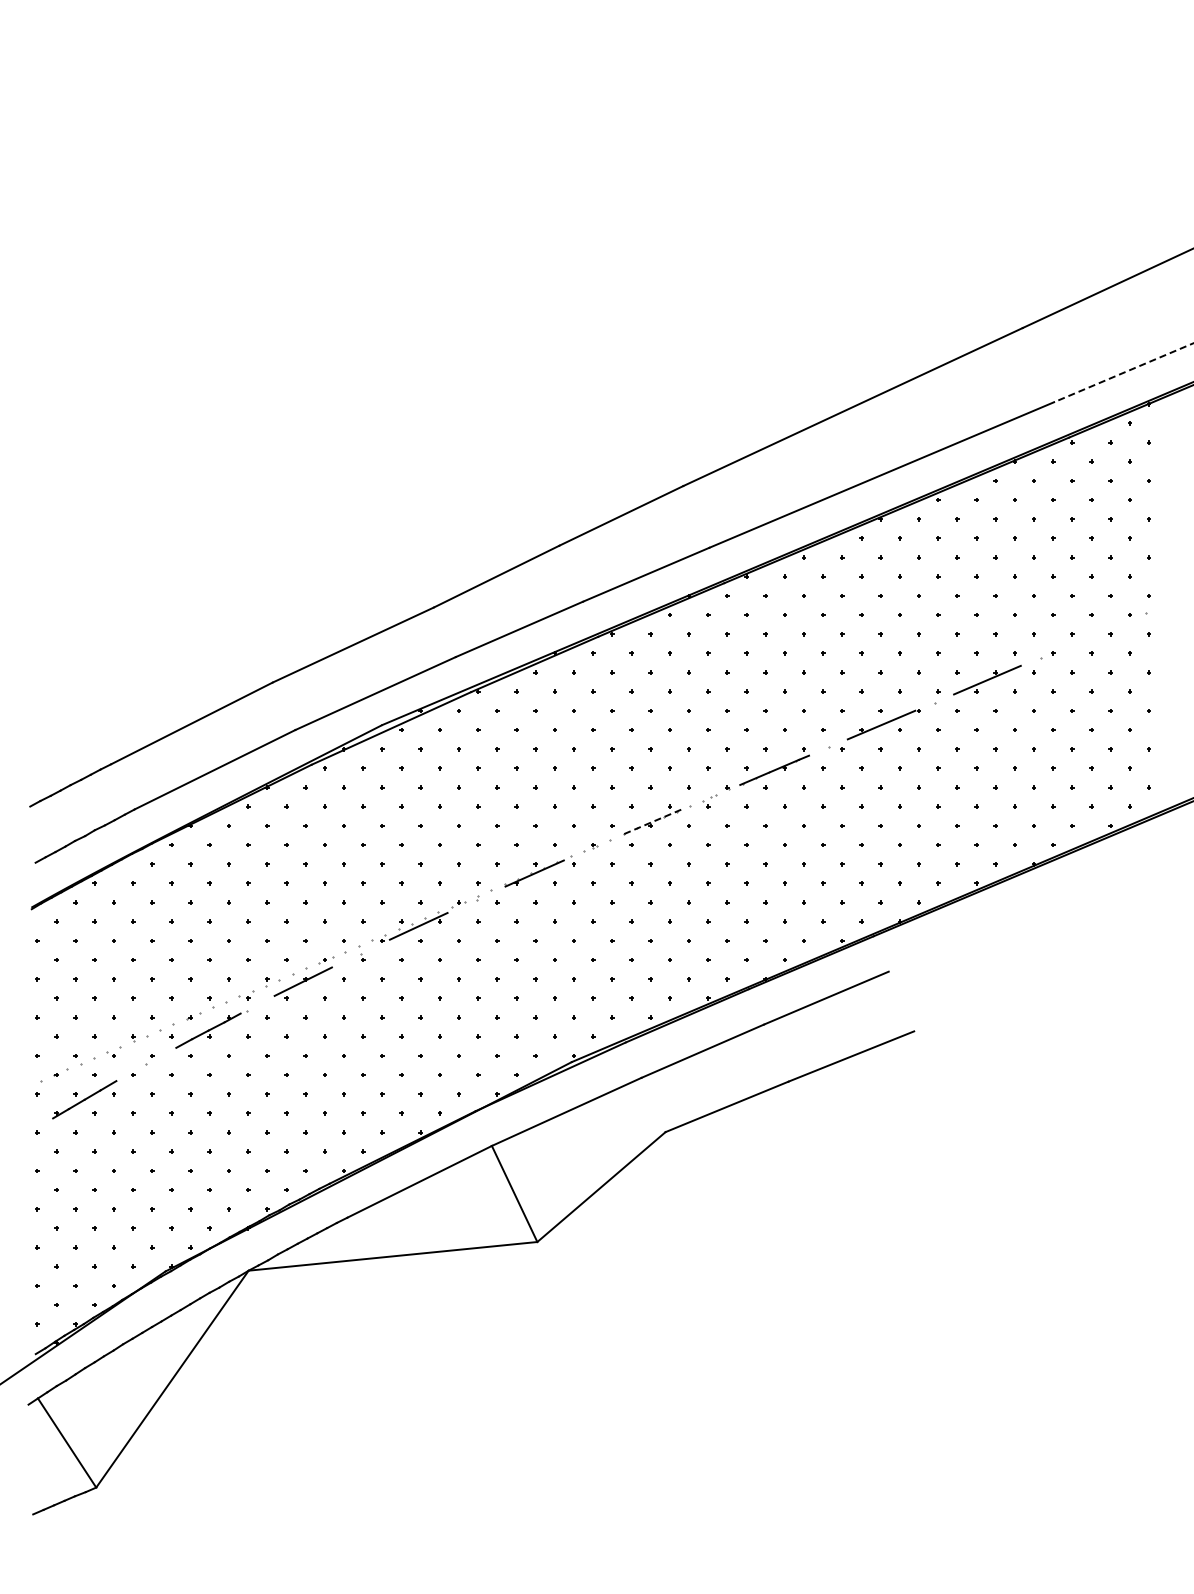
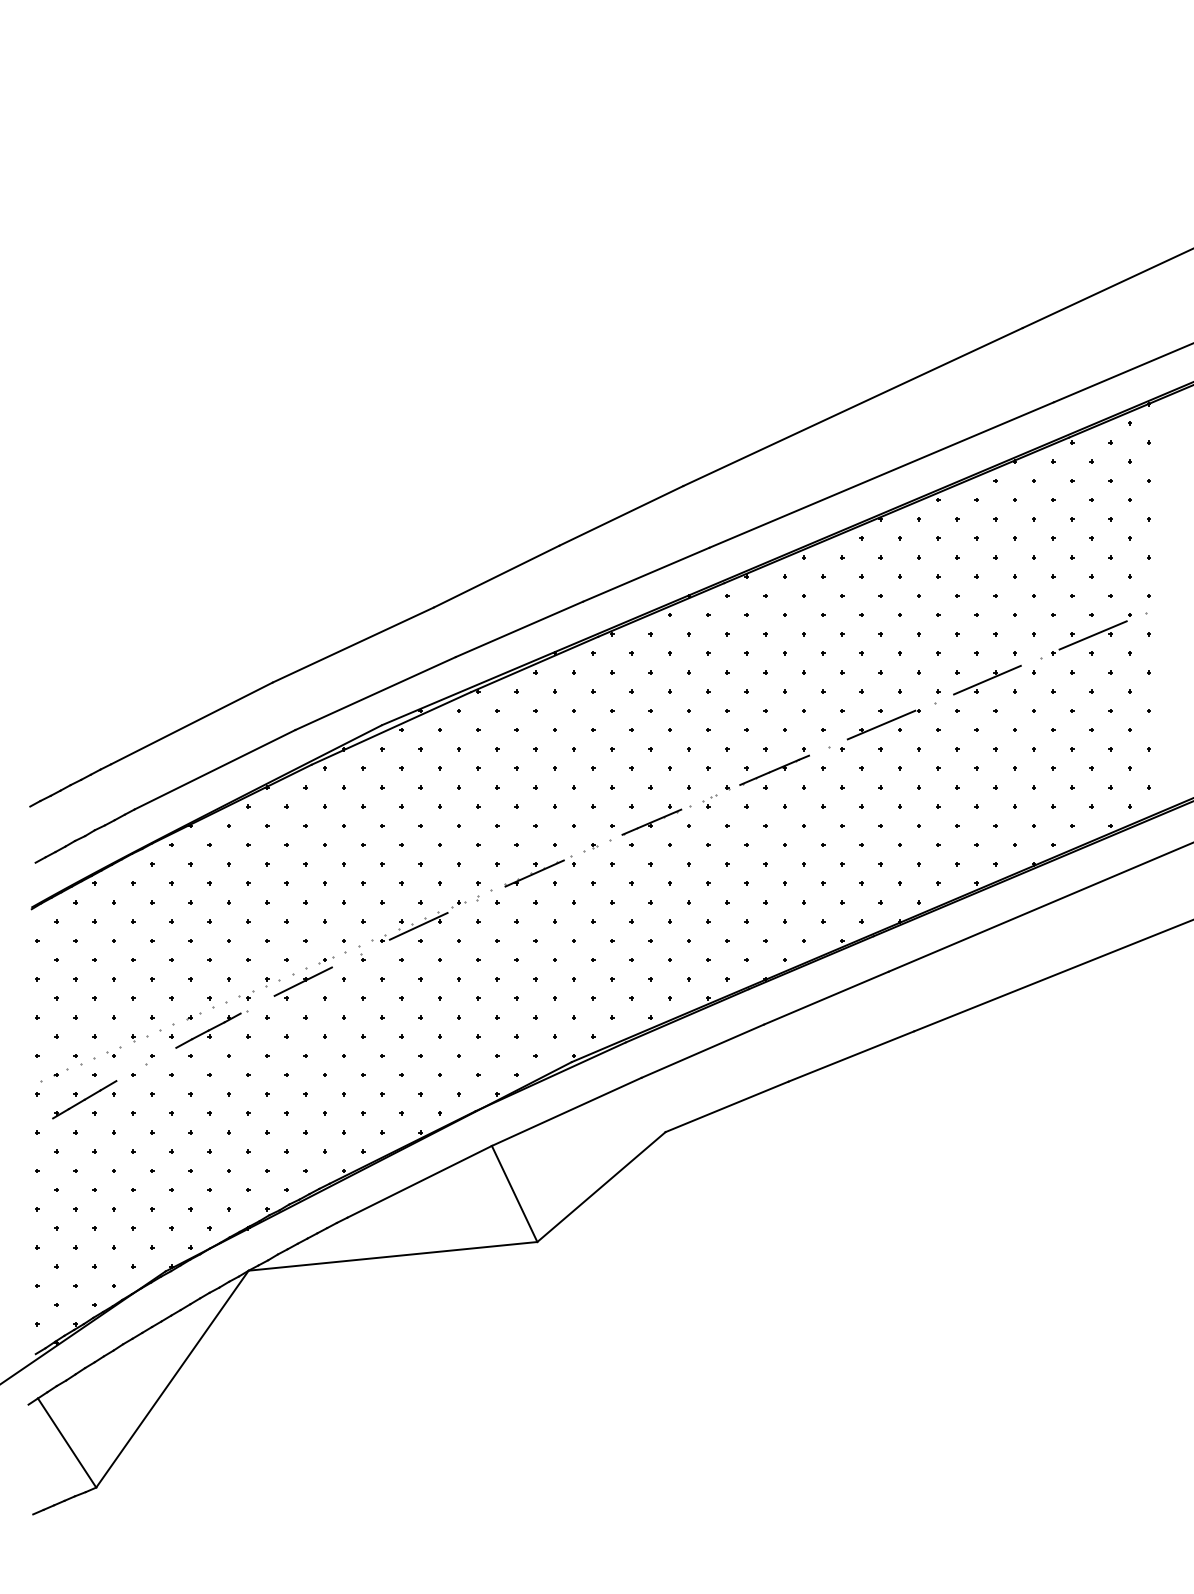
line at (1124, 372): dashed -> solid
line at (1092, 635): none -> present
line at (651, 822): dashed -> solid
line at (1039, 907): none -> present
line at (1052, 976): none -> present
